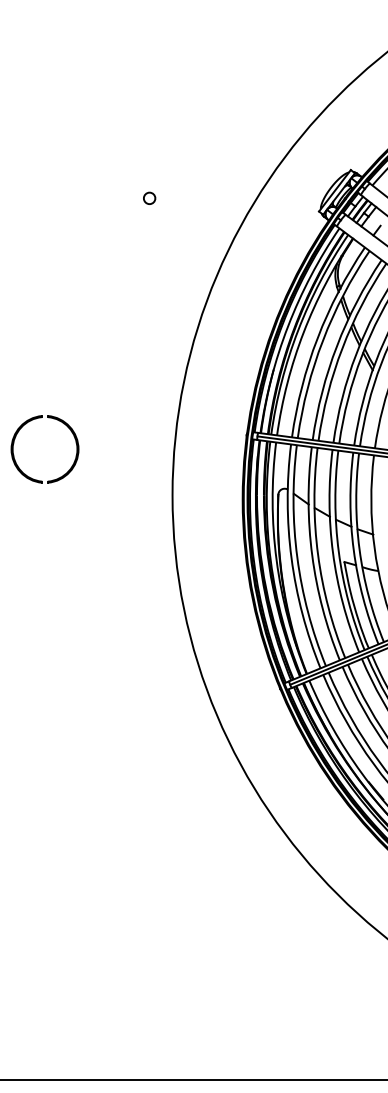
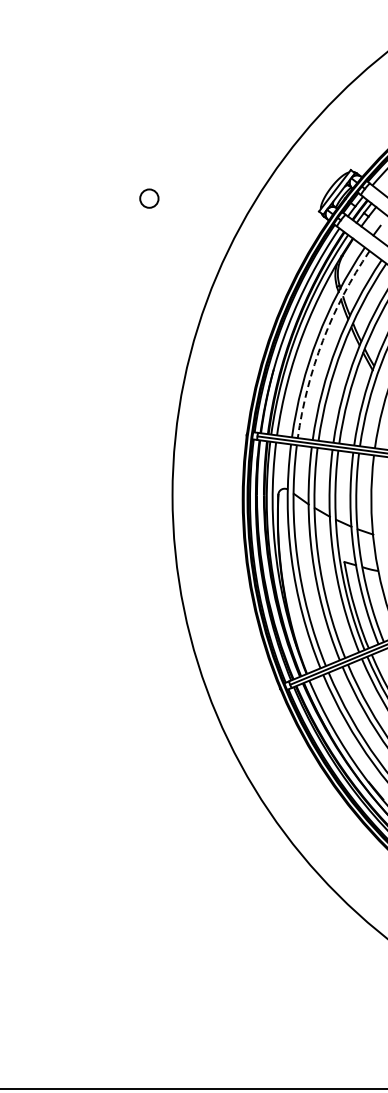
circle at (149, 197) size: 14x14 px -> 21x21 px
arc at (323, 340): solid -> dashed
part at (16, 461): present -> none
line at (193, 1079) position: (193, 1079) -> (193, 1088)
